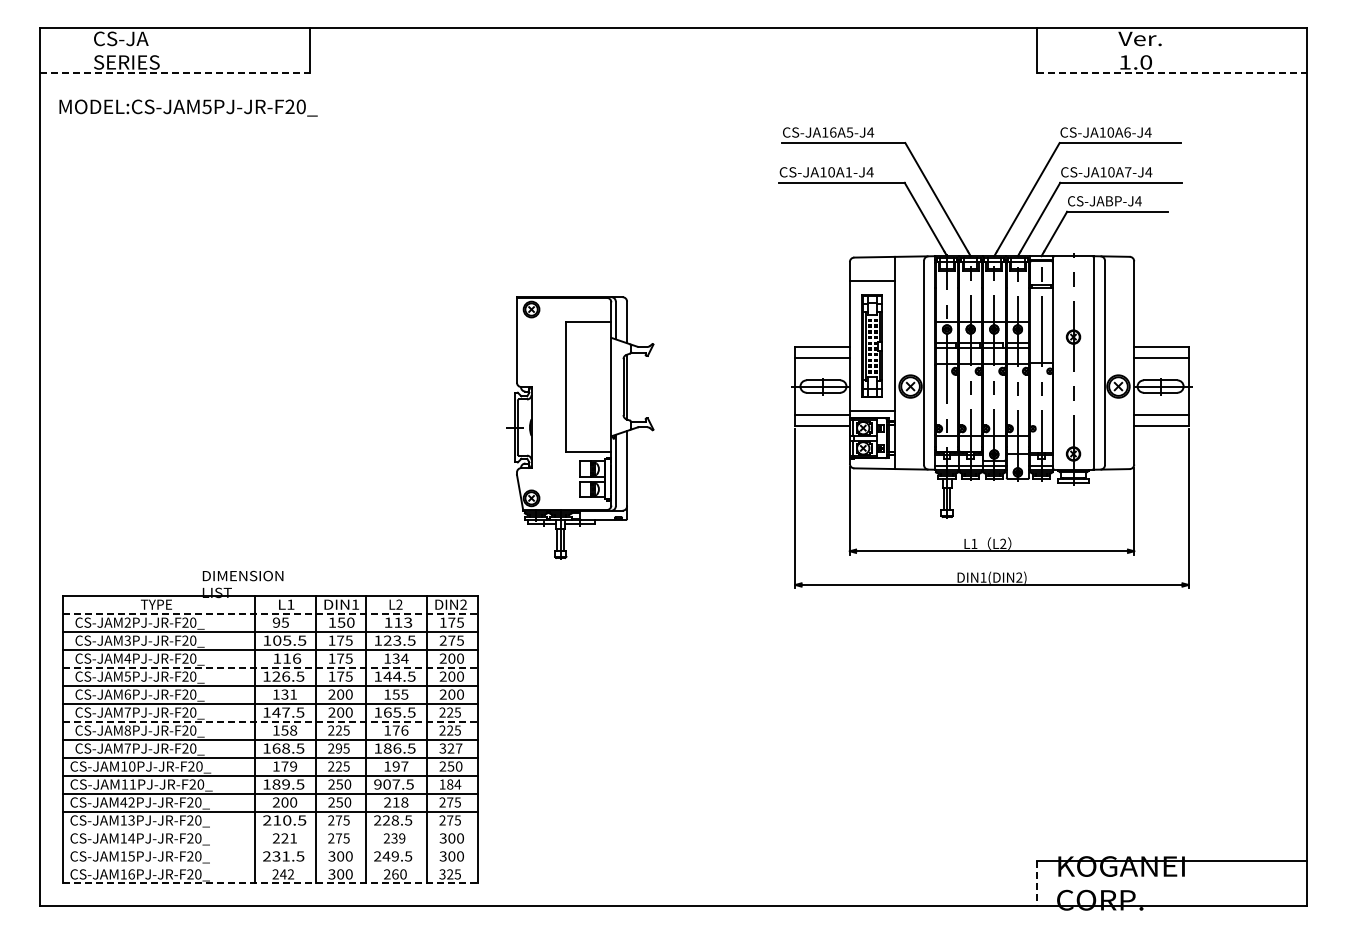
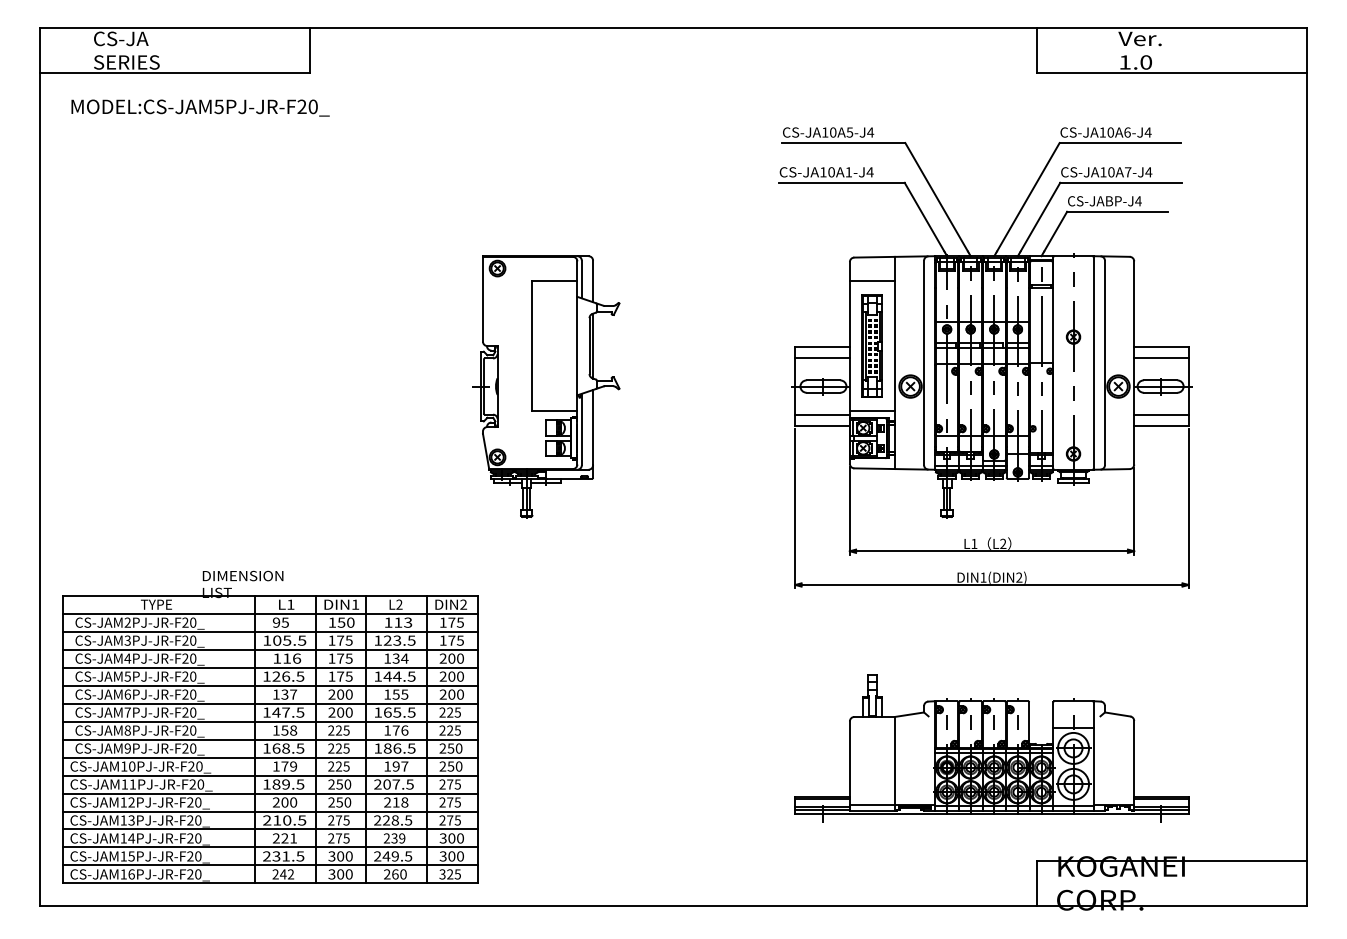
line at (175, 73): dashed -> solid
line at (1171, 73): dashed -> solid
text at (188, 107) position: (188, 107) -> (200, 107)
text at (833, 132): CS-JA16A5-J4 -> CS-JA10A5-J4
part at (580, 427) position: (580, 427) -> (546, 386)
line at (270, 613): dashed -> solid
text at (442, 640): 275 -> 175
line at (270, 667): dashed -> solid
text at (293, 694): 131 -> 137
line at (270, 721): dashed -> solid
text at (127, 748): CS-JAM7PJ-JR-F20_ -> CS-JAM9PJ-JR-F20_
text at (338, 748): 295 -> 225
text at (450, 748): 327 -> 250
part at (991, 748): none -> present
text at (377, 784): 907.5 -> 207.5
text at (450, 784): 184 -> 275
text at (123, 802): CS-JAM42PJ-JR-F20_ -> CS-JAM12PJ-JR-F20_
line at (269, 829): none -> present
line at (269, 847): none -> present
line at (269, 865): none -> present
line at (270, 883): dashed -> solid
line at (1036, 883): dashed -> solid
